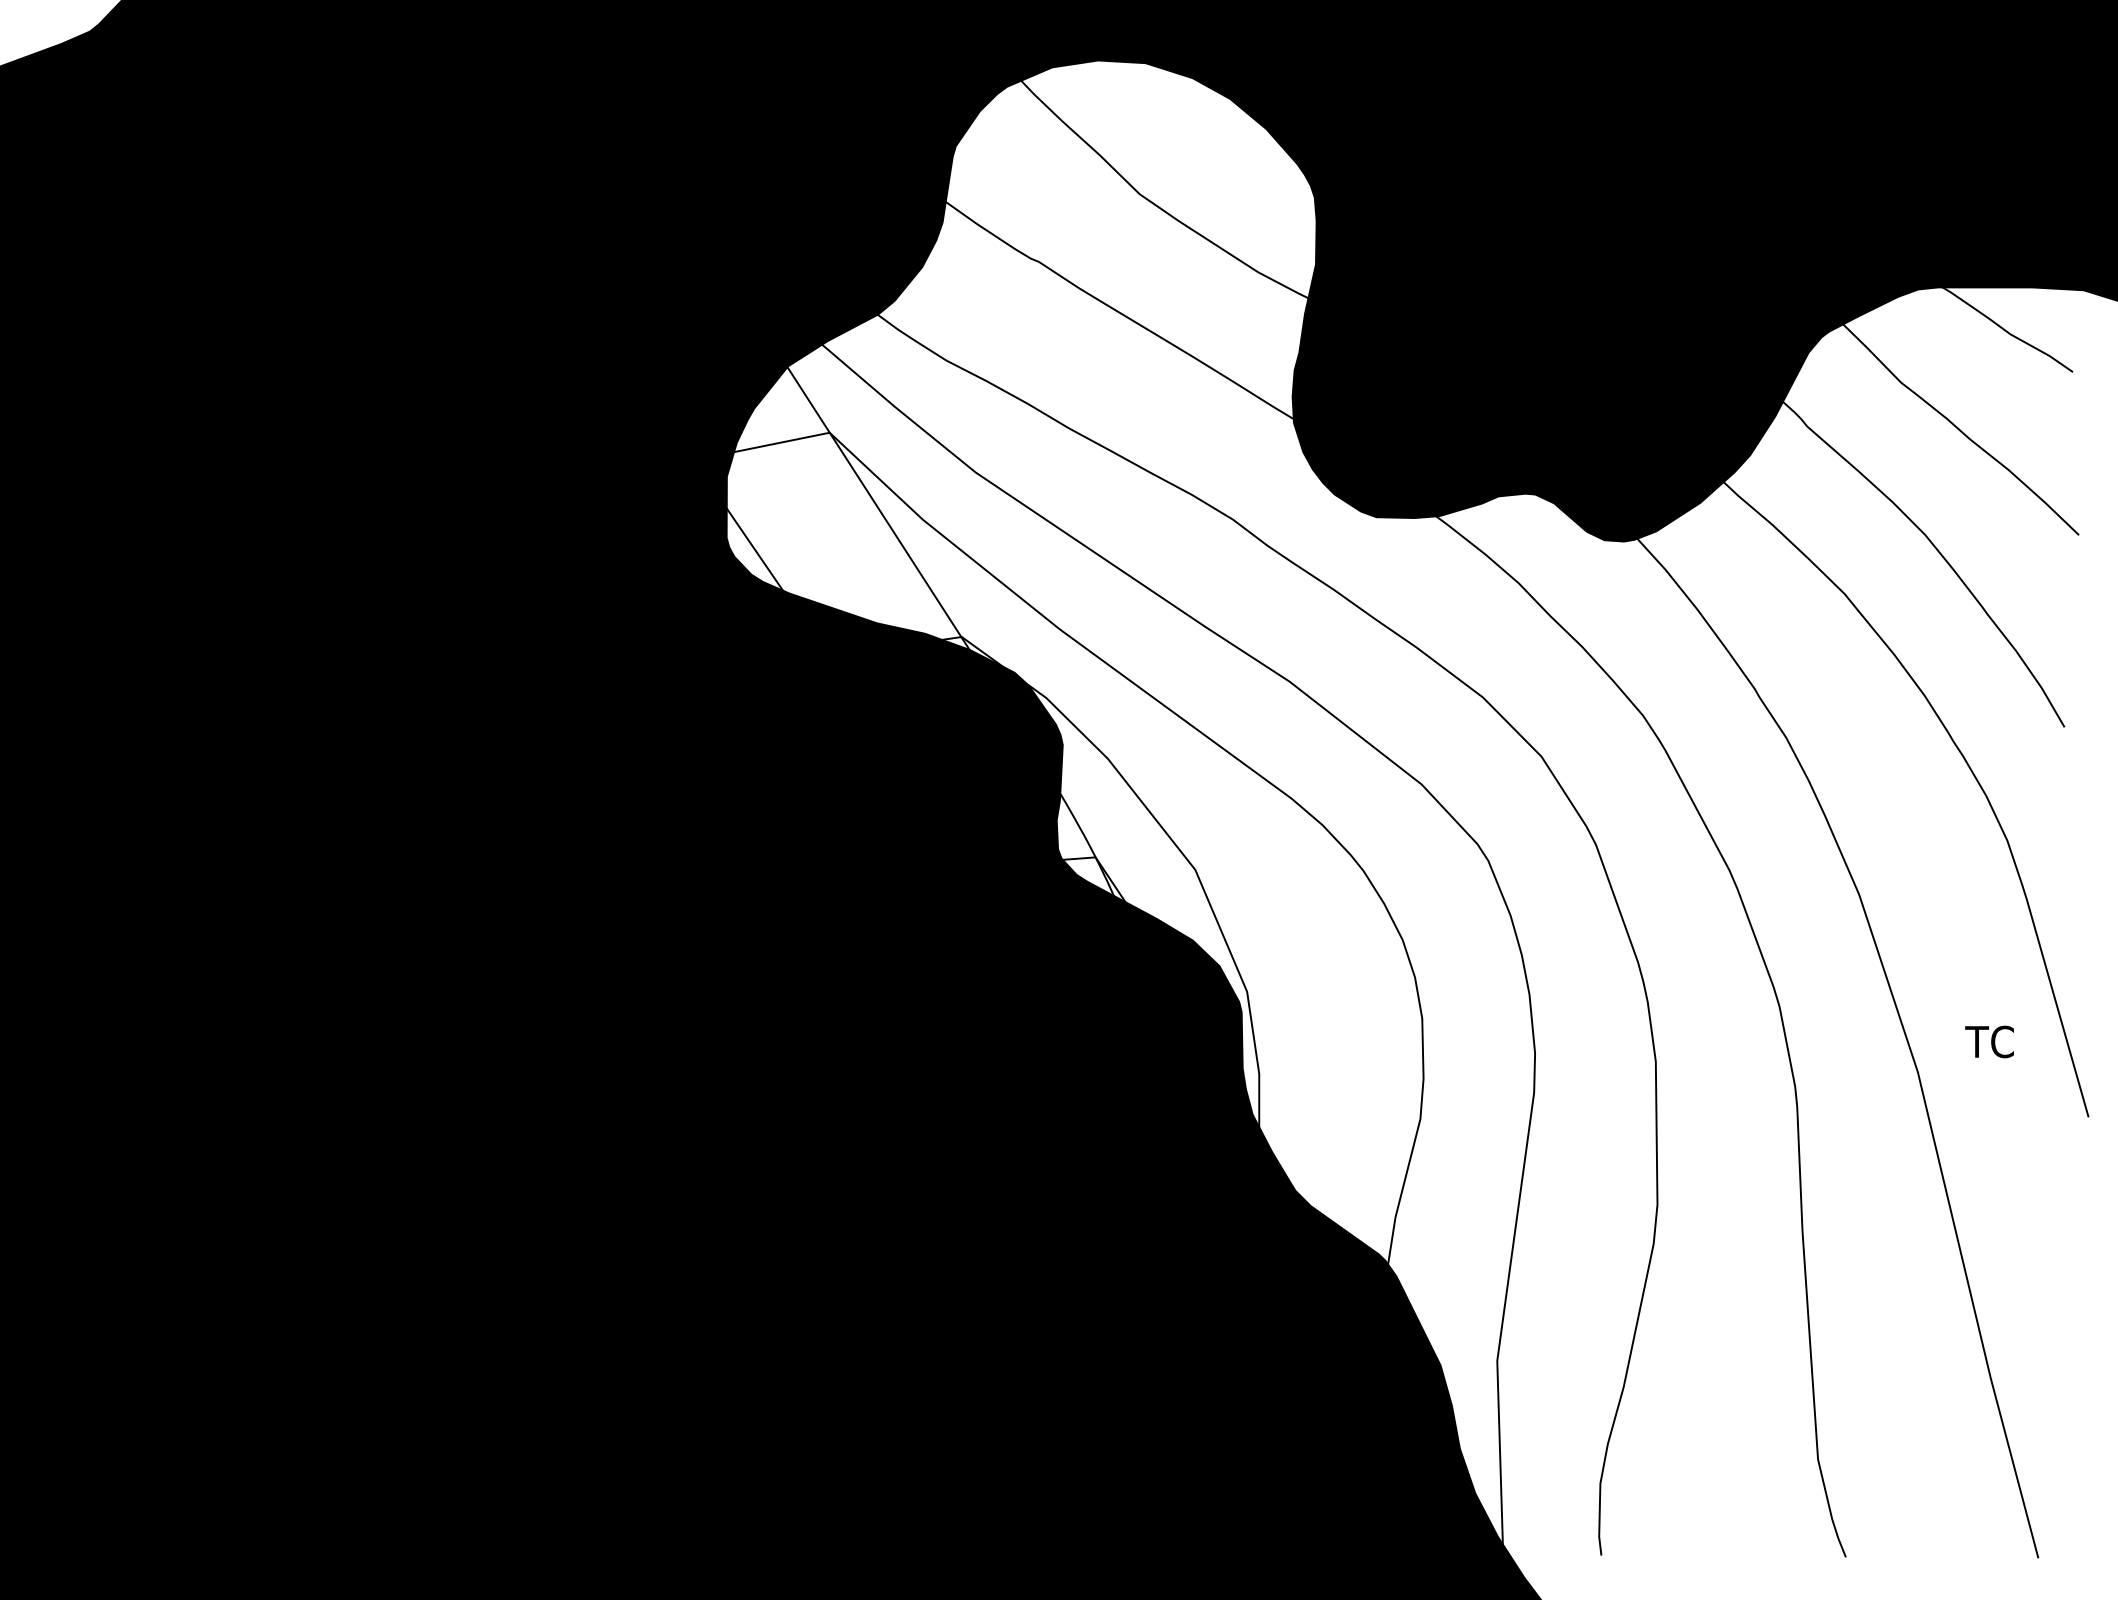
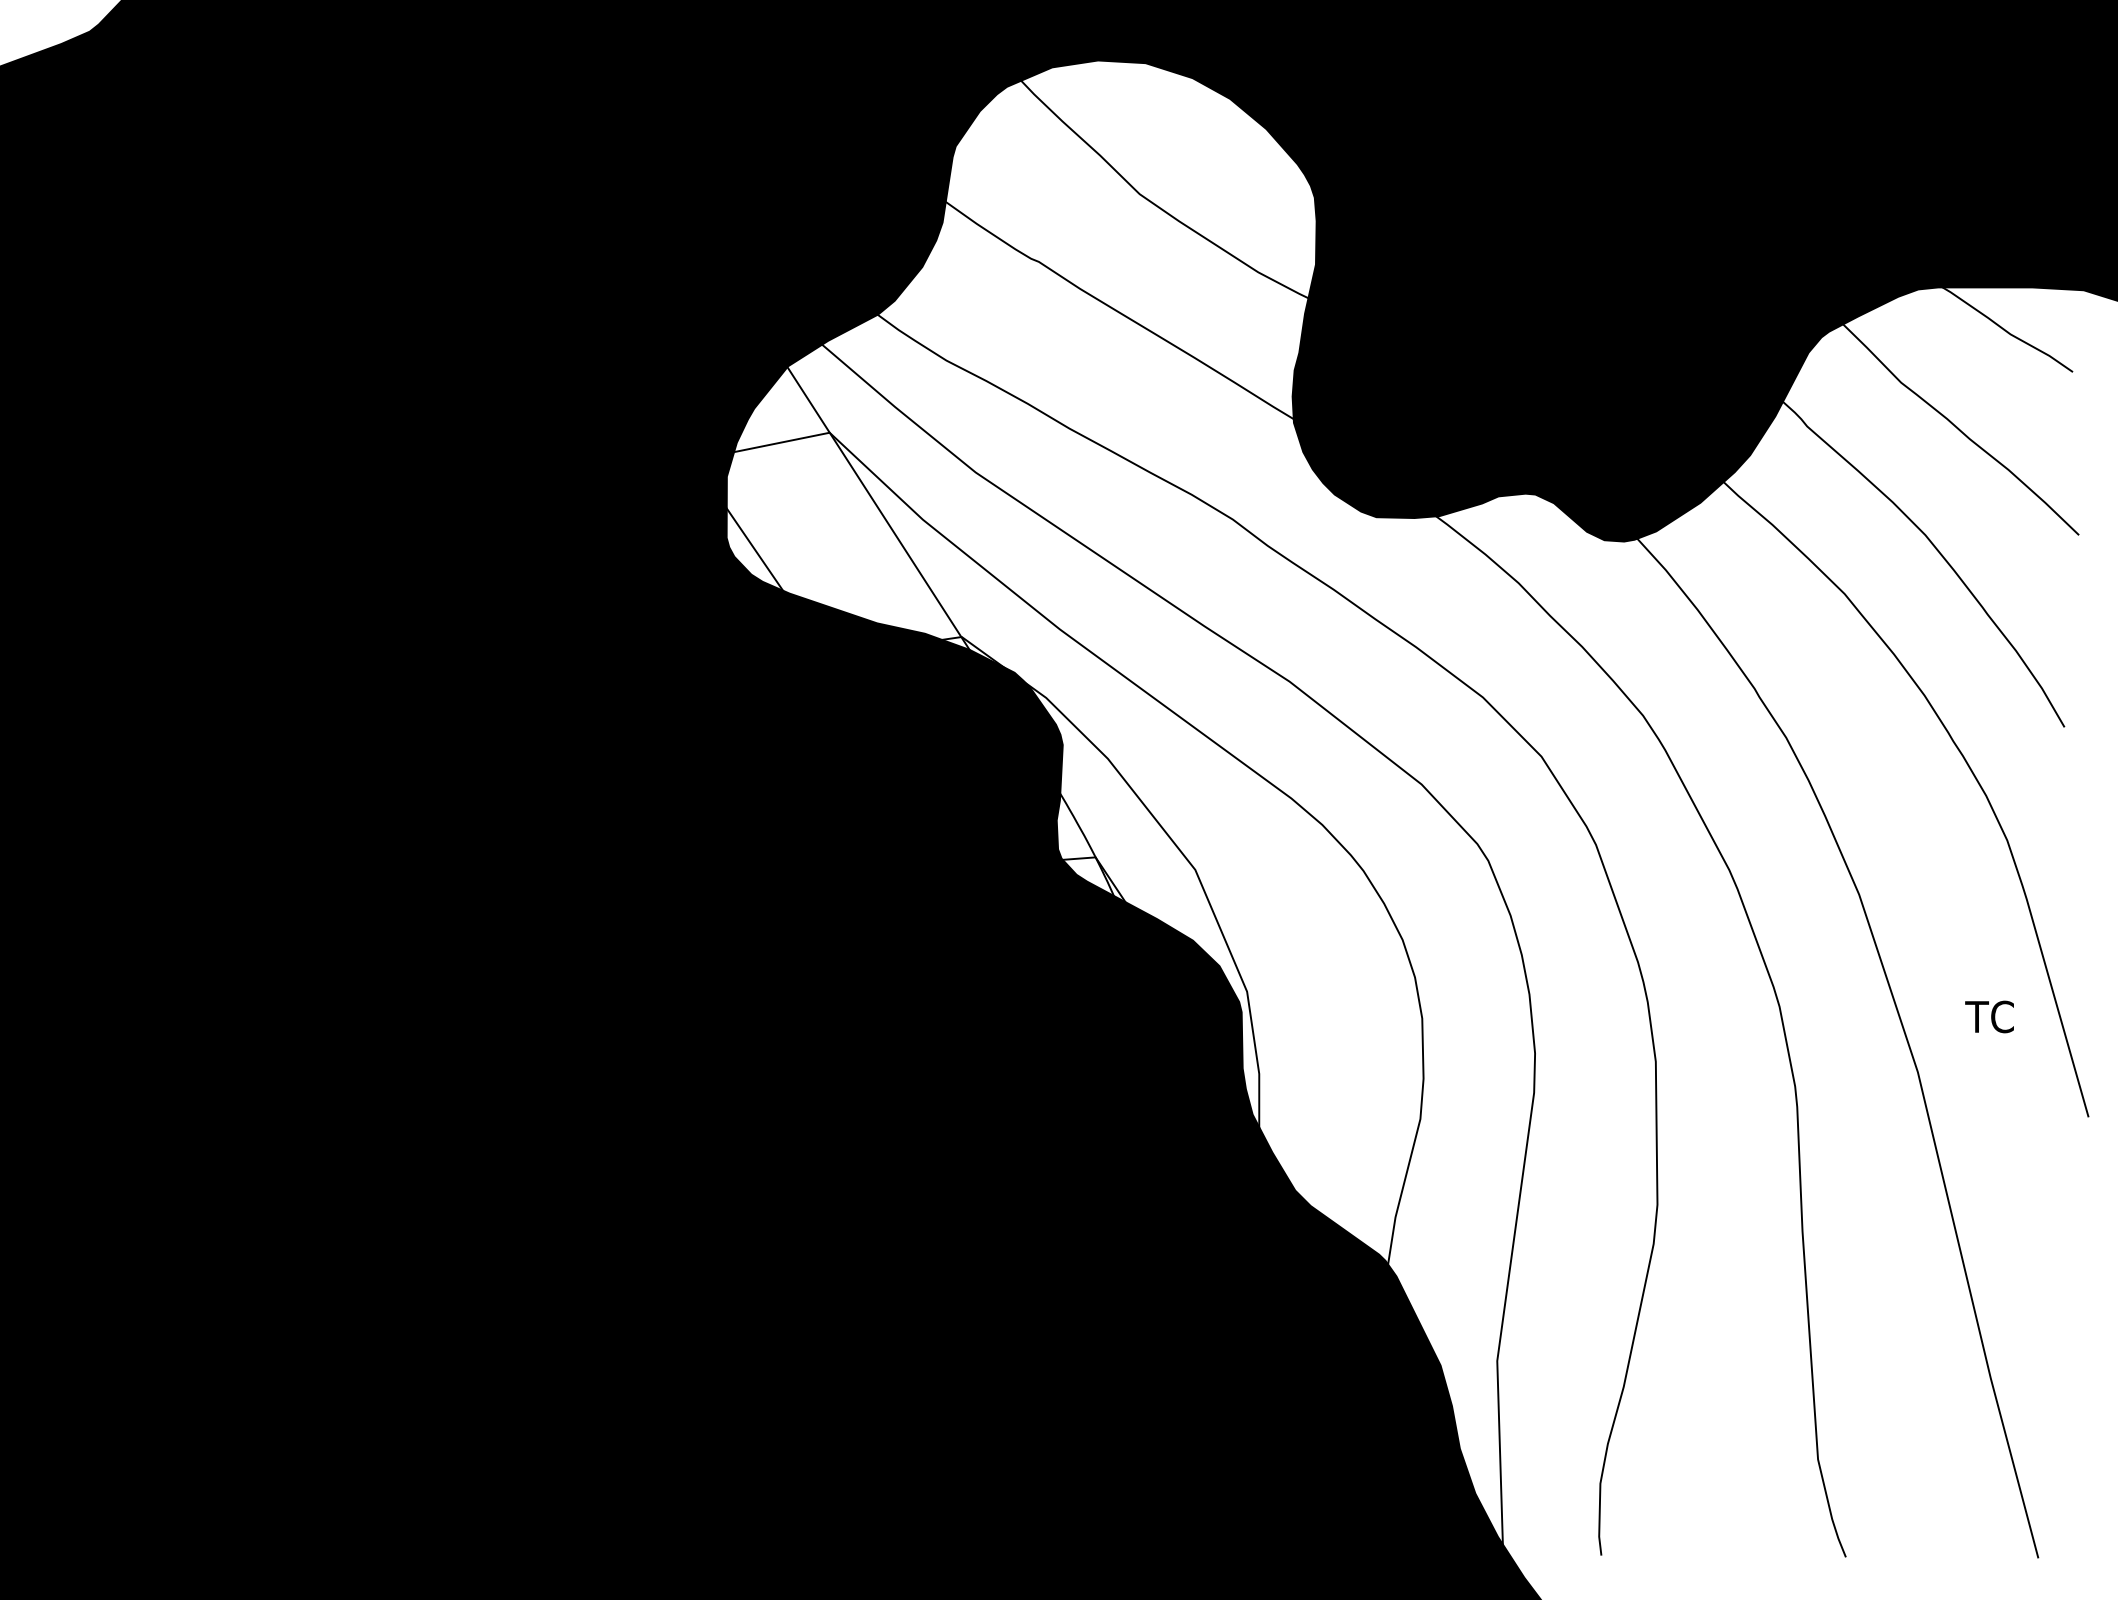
text at (1989, 1041) position: (1989, 1041) -> (1989, 1016)
